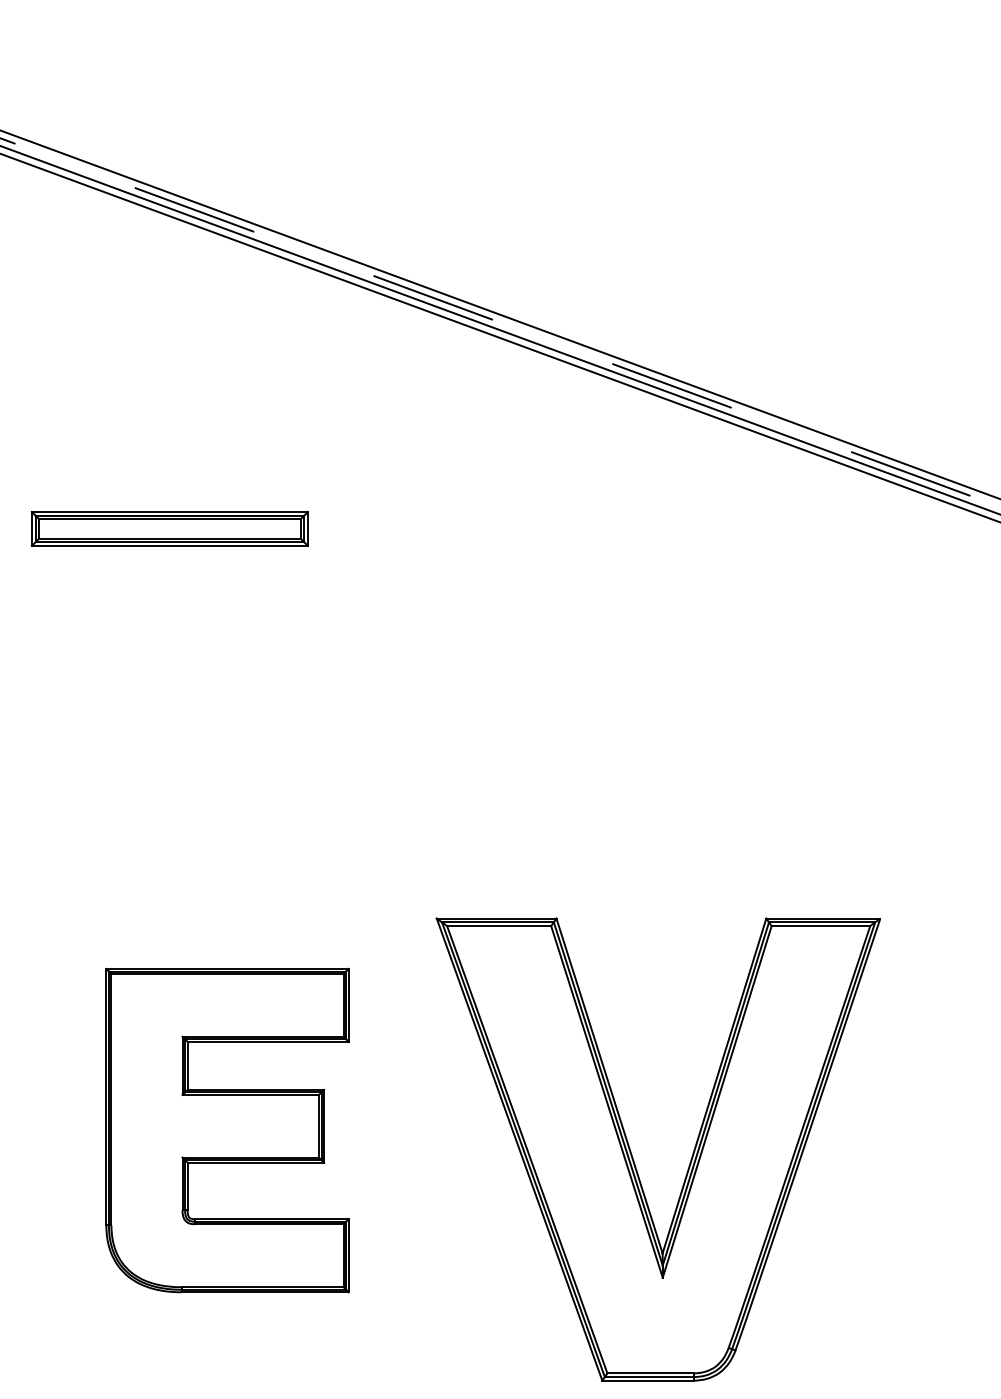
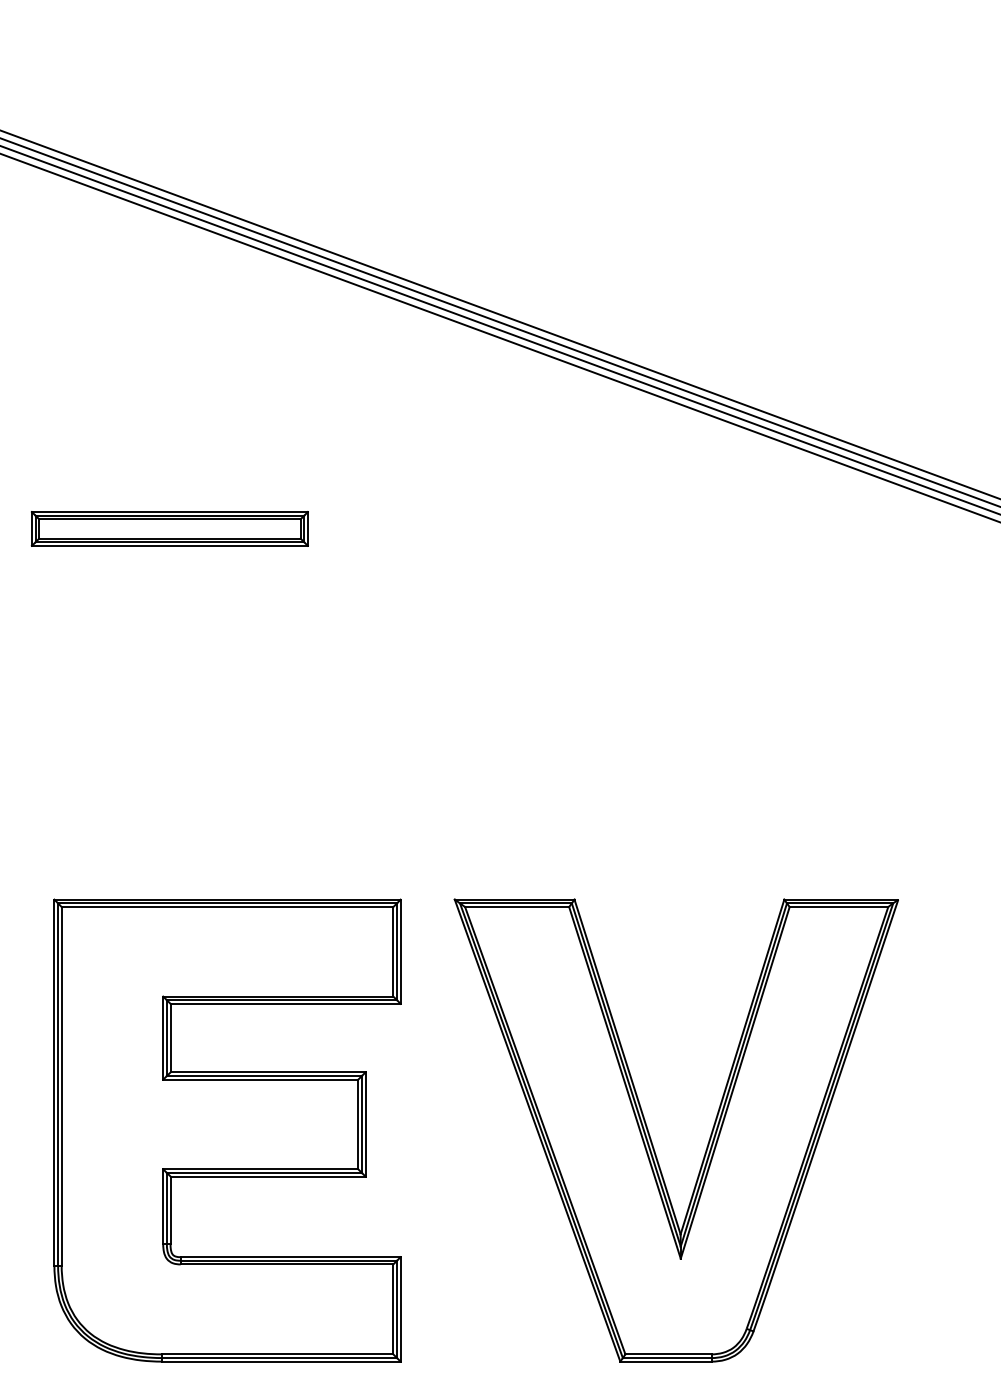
line at (500, 322): dashed -> solid
part at (227, 1130) size: 245x327 px -> 349x465 px
part at (633, 1157) position: (633, 1157) -> (651, 1138)
